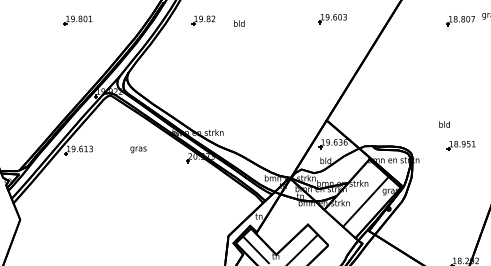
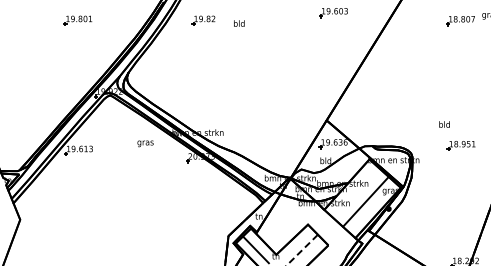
part at (332, 19) position: (332, 19) -> (333, 13)
text at (138, 149) position: (138, 149) -> (145, 143)
line at (302, 250): solid -> dashed
